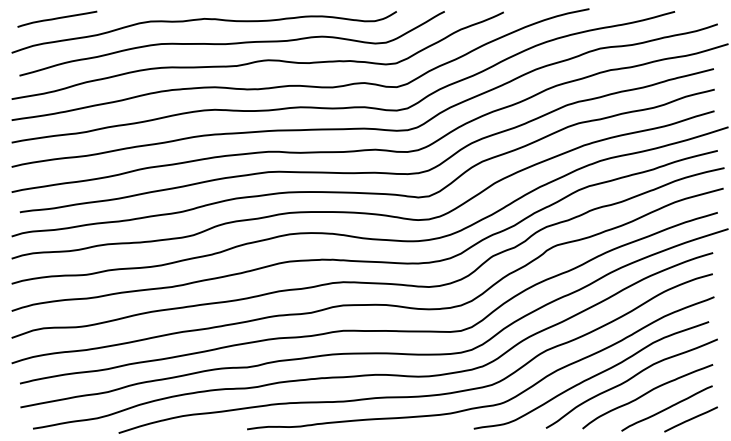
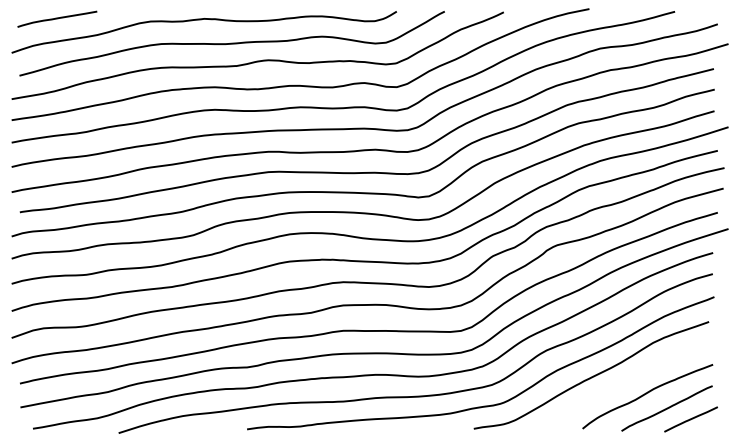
curve at (629, 380): present -> none
